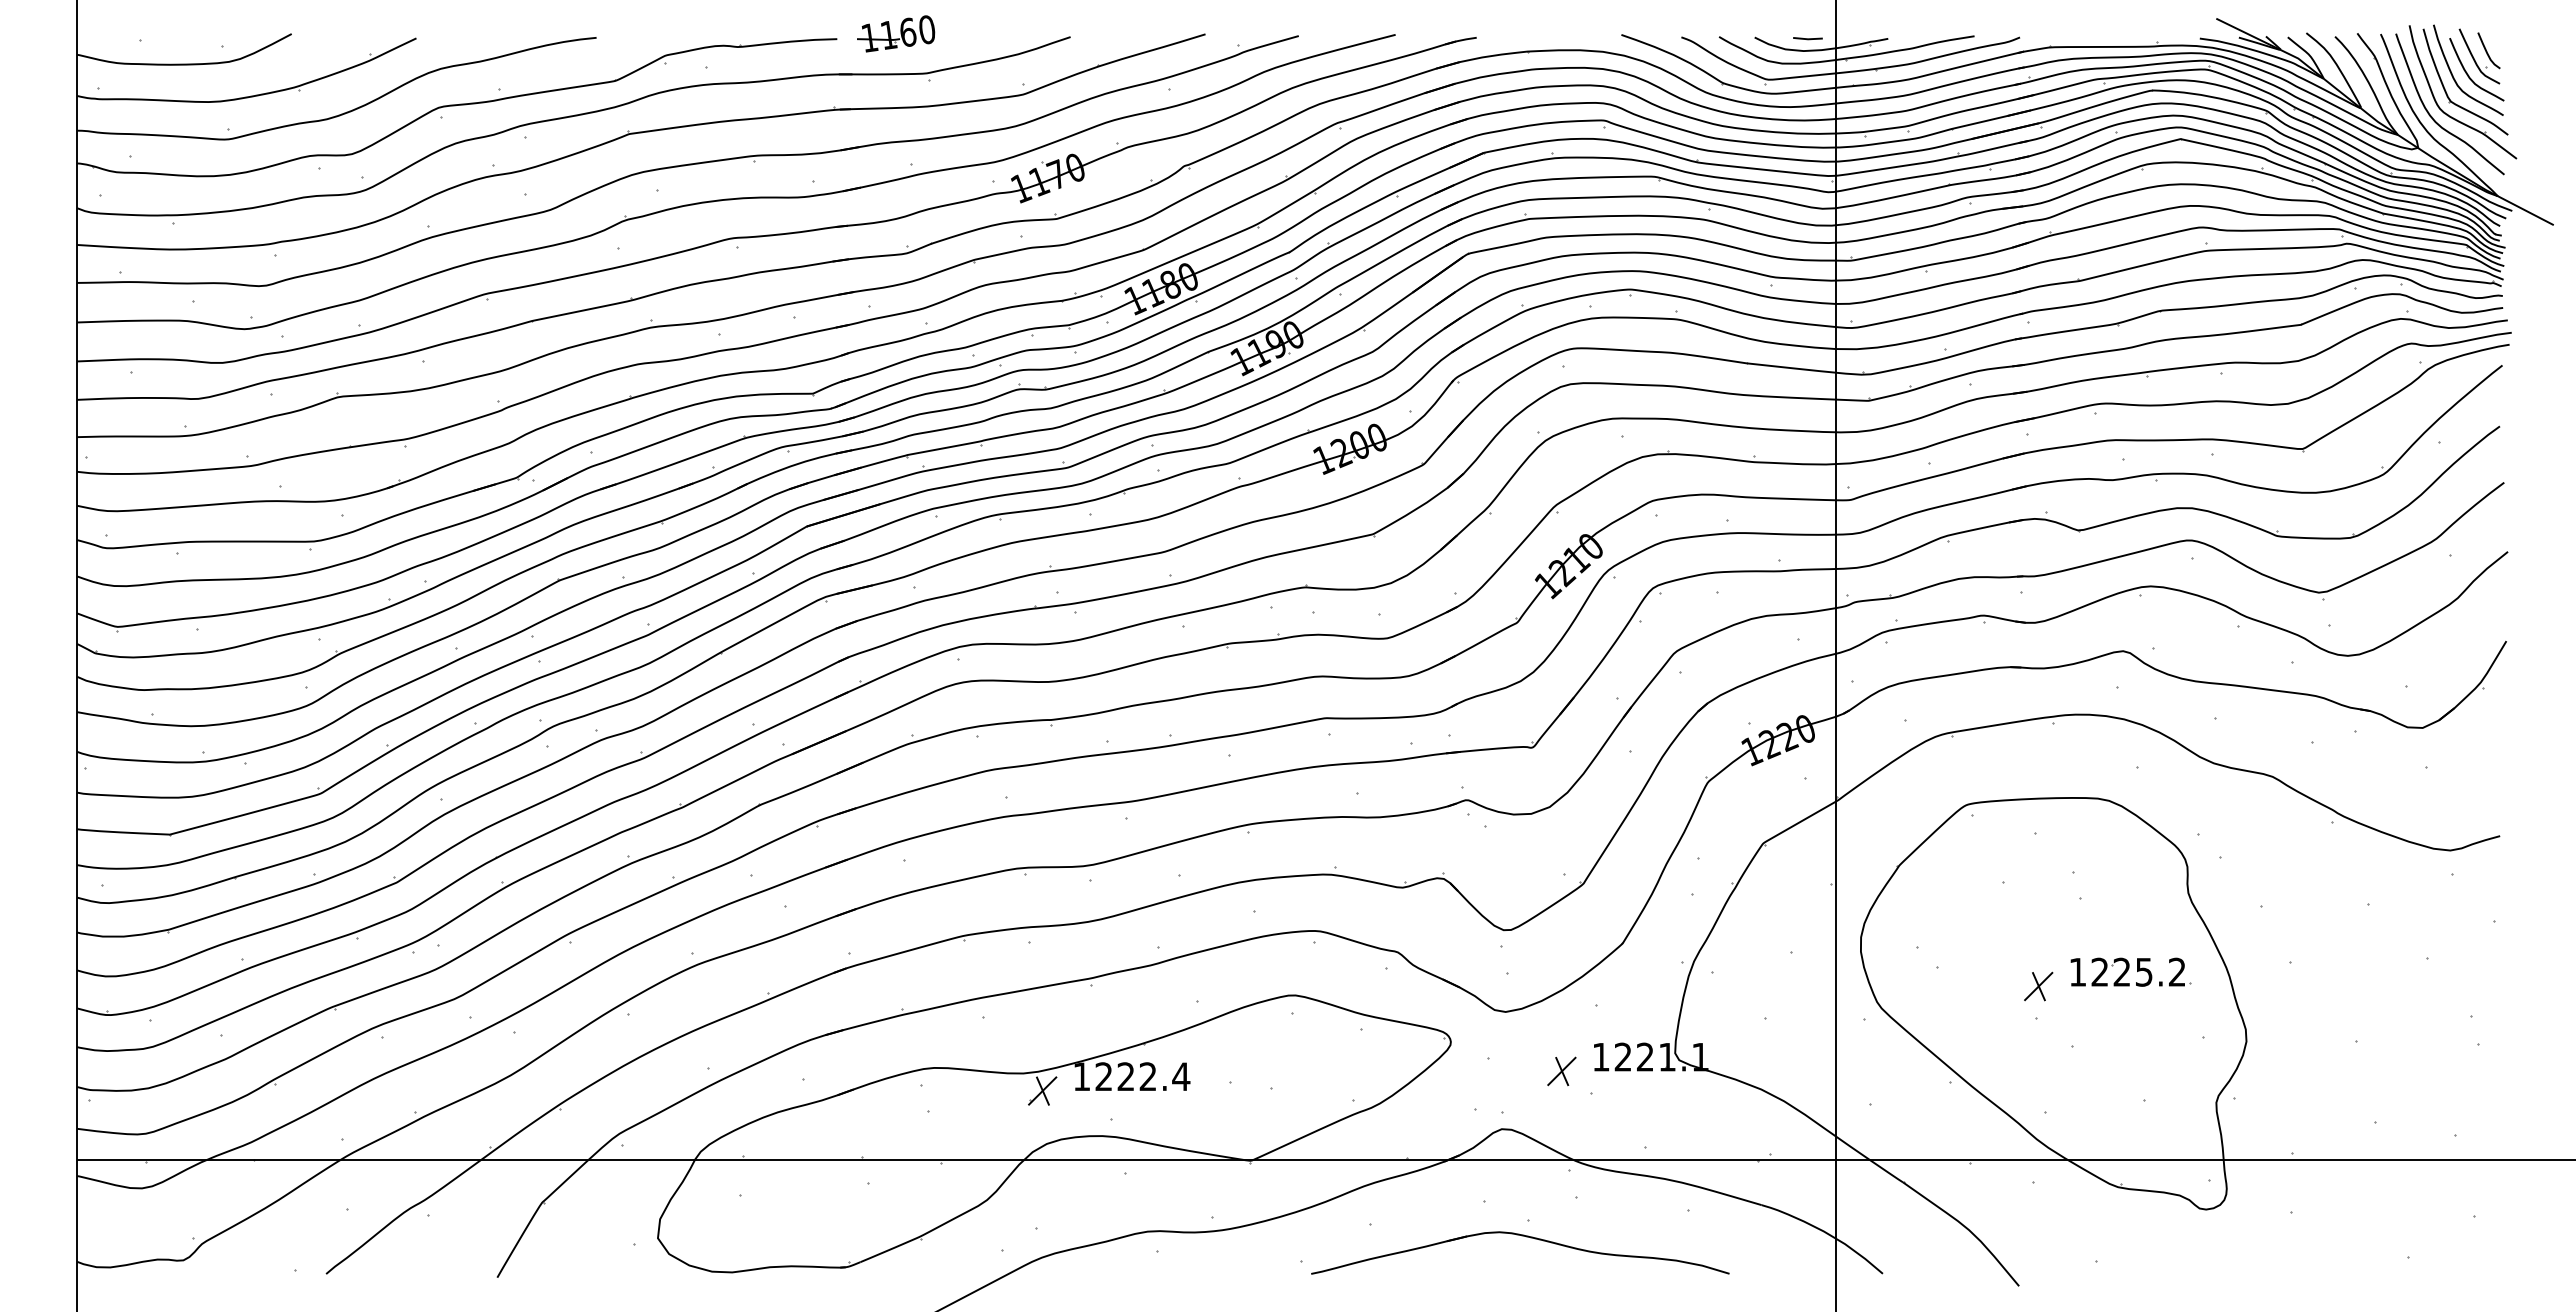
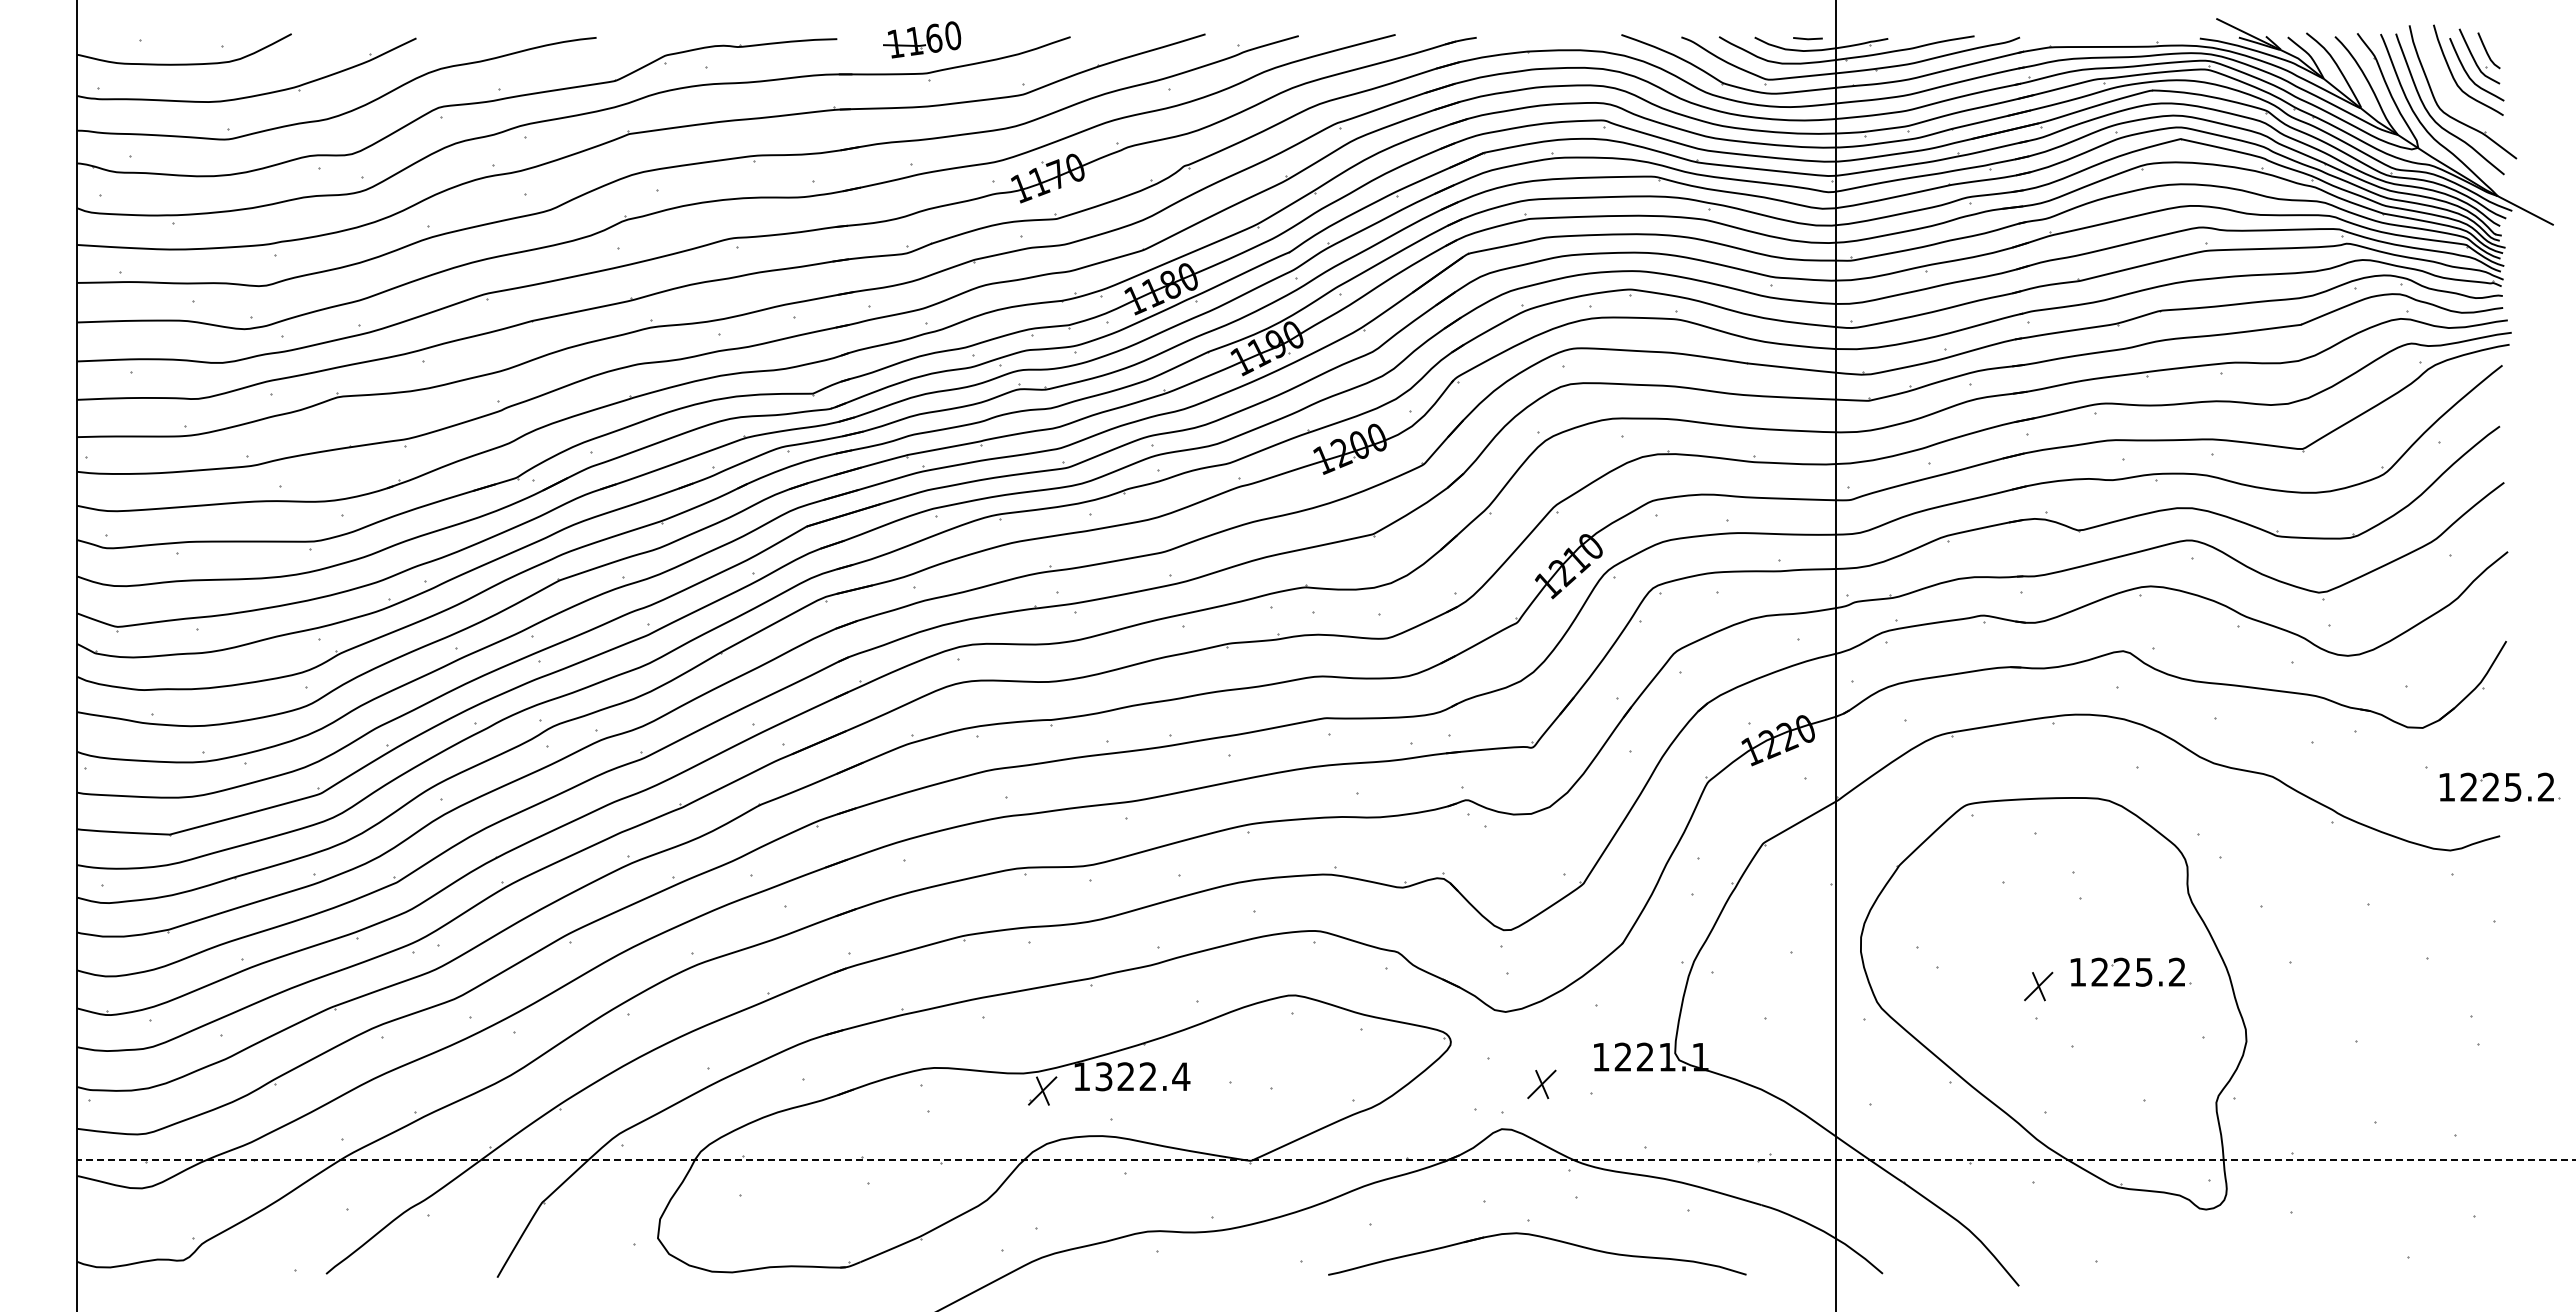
part at (896, 33) position: (896, 33) -> (922, 39)
part at (2445, 88): present -> none
part at (2499, 786): none -> present
part at (1561, 1071) position: (1561, 1071) -> (1541, 1084)
text at (1103, 1076): 1222.4 -> 1322.4
line at (1326, 1159): solid -> dashed
part at (1521, 1236) position: (1521, 1236) -> (1538, 1237)
